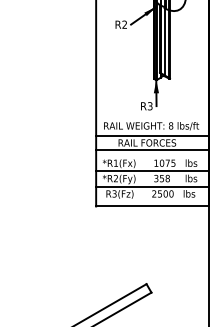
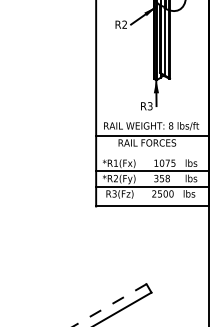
line at (152, 150): present -> none
line at (109, 305): solid -> dashed
